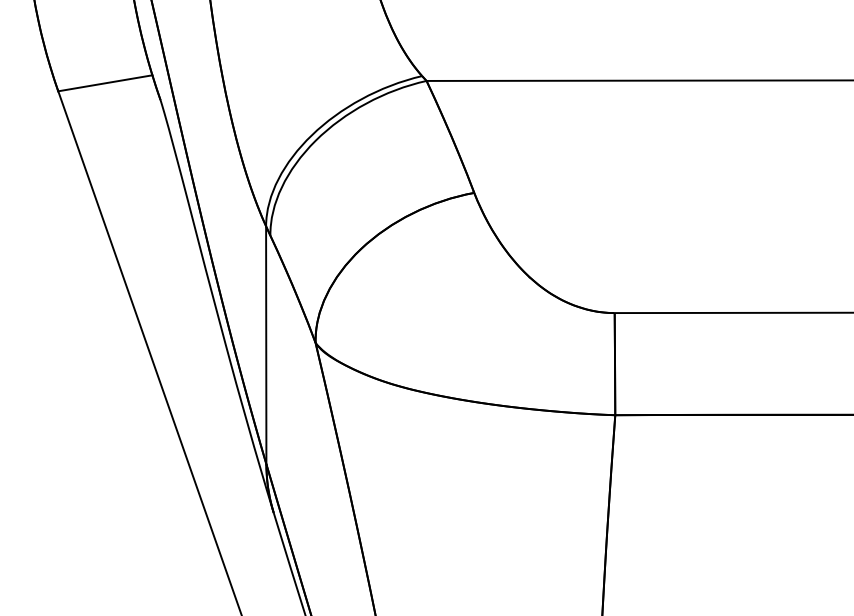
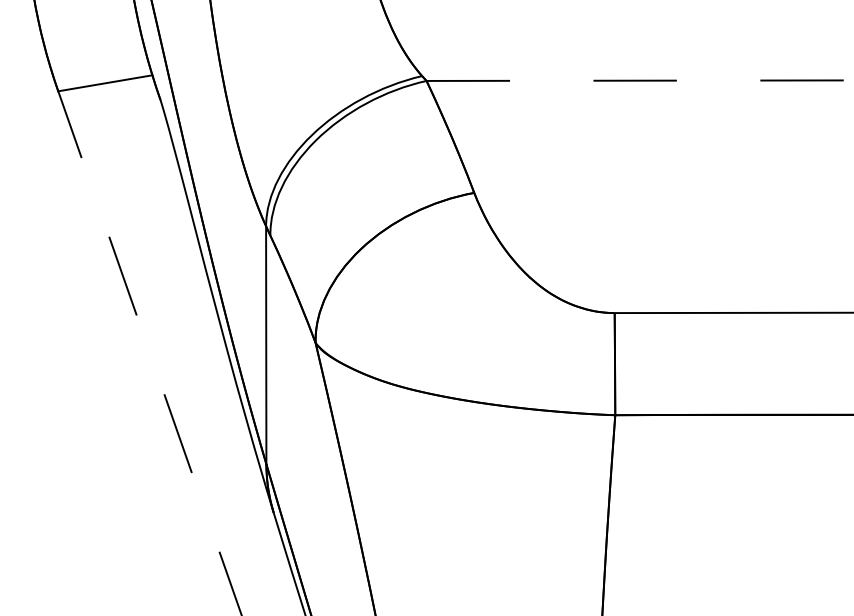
line at (640, 80): solid -> dashed
line at (150, 353): solid -> dashed
